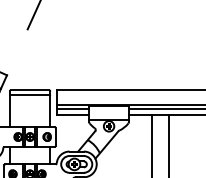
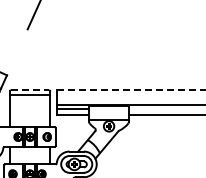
line at (30, 90): solid -> dashed
line at (130, 90): solid -> dashed
line at (165, 109): present -> none
line at (152, 144): present -> none
line at (168, 144): present -> none
